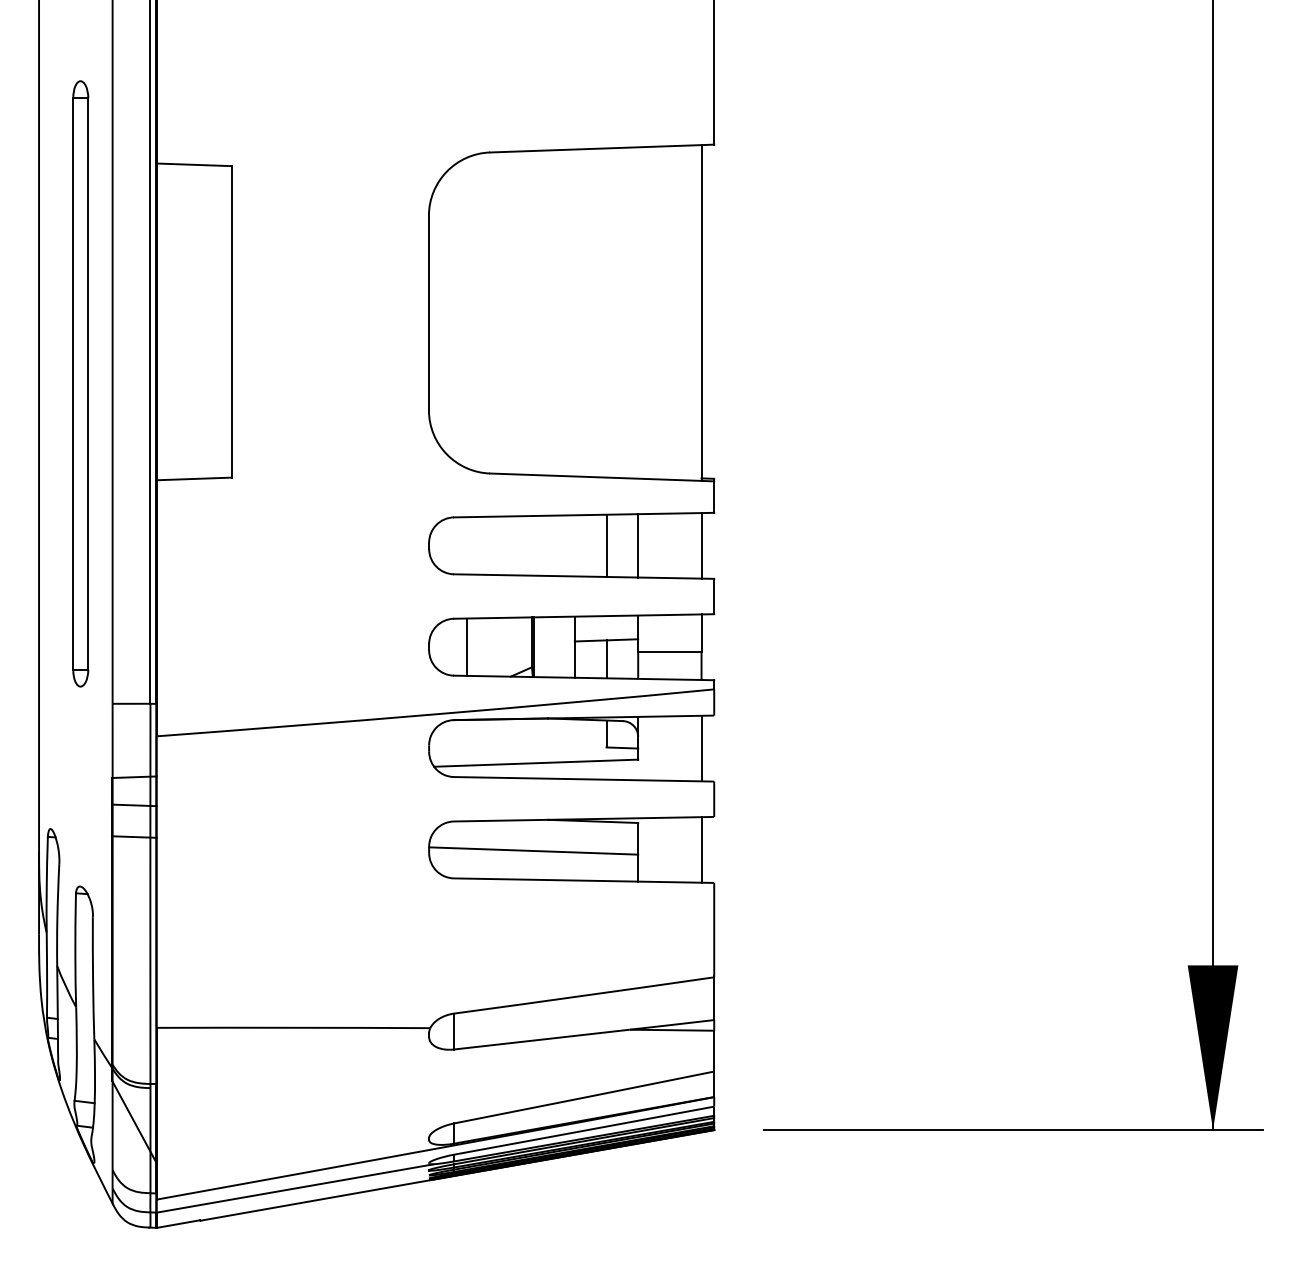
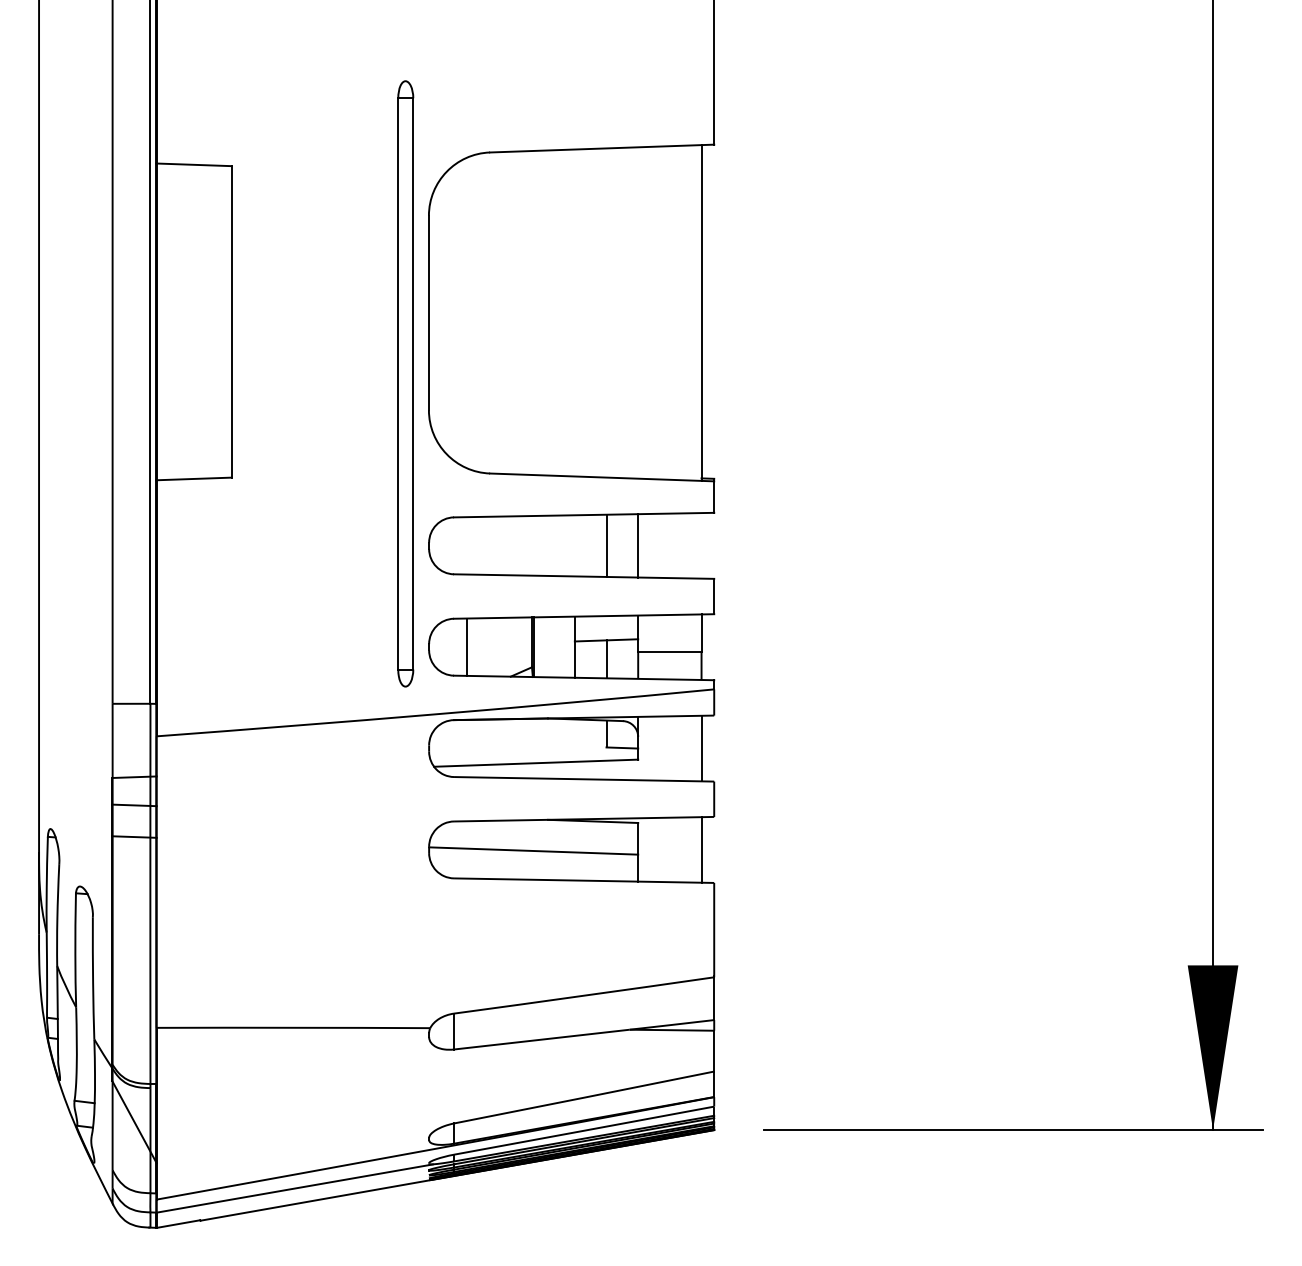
part at (80, 383) position: (80, 383) -> (405, 383)
line at (701, 545): present -> none
